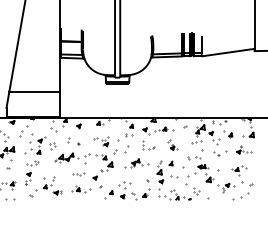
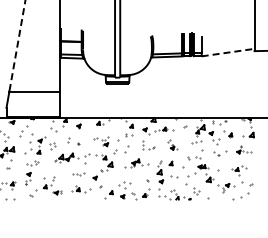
line at (17, 46): solid -> dashed
line at (229, 52): solid -> dashed
